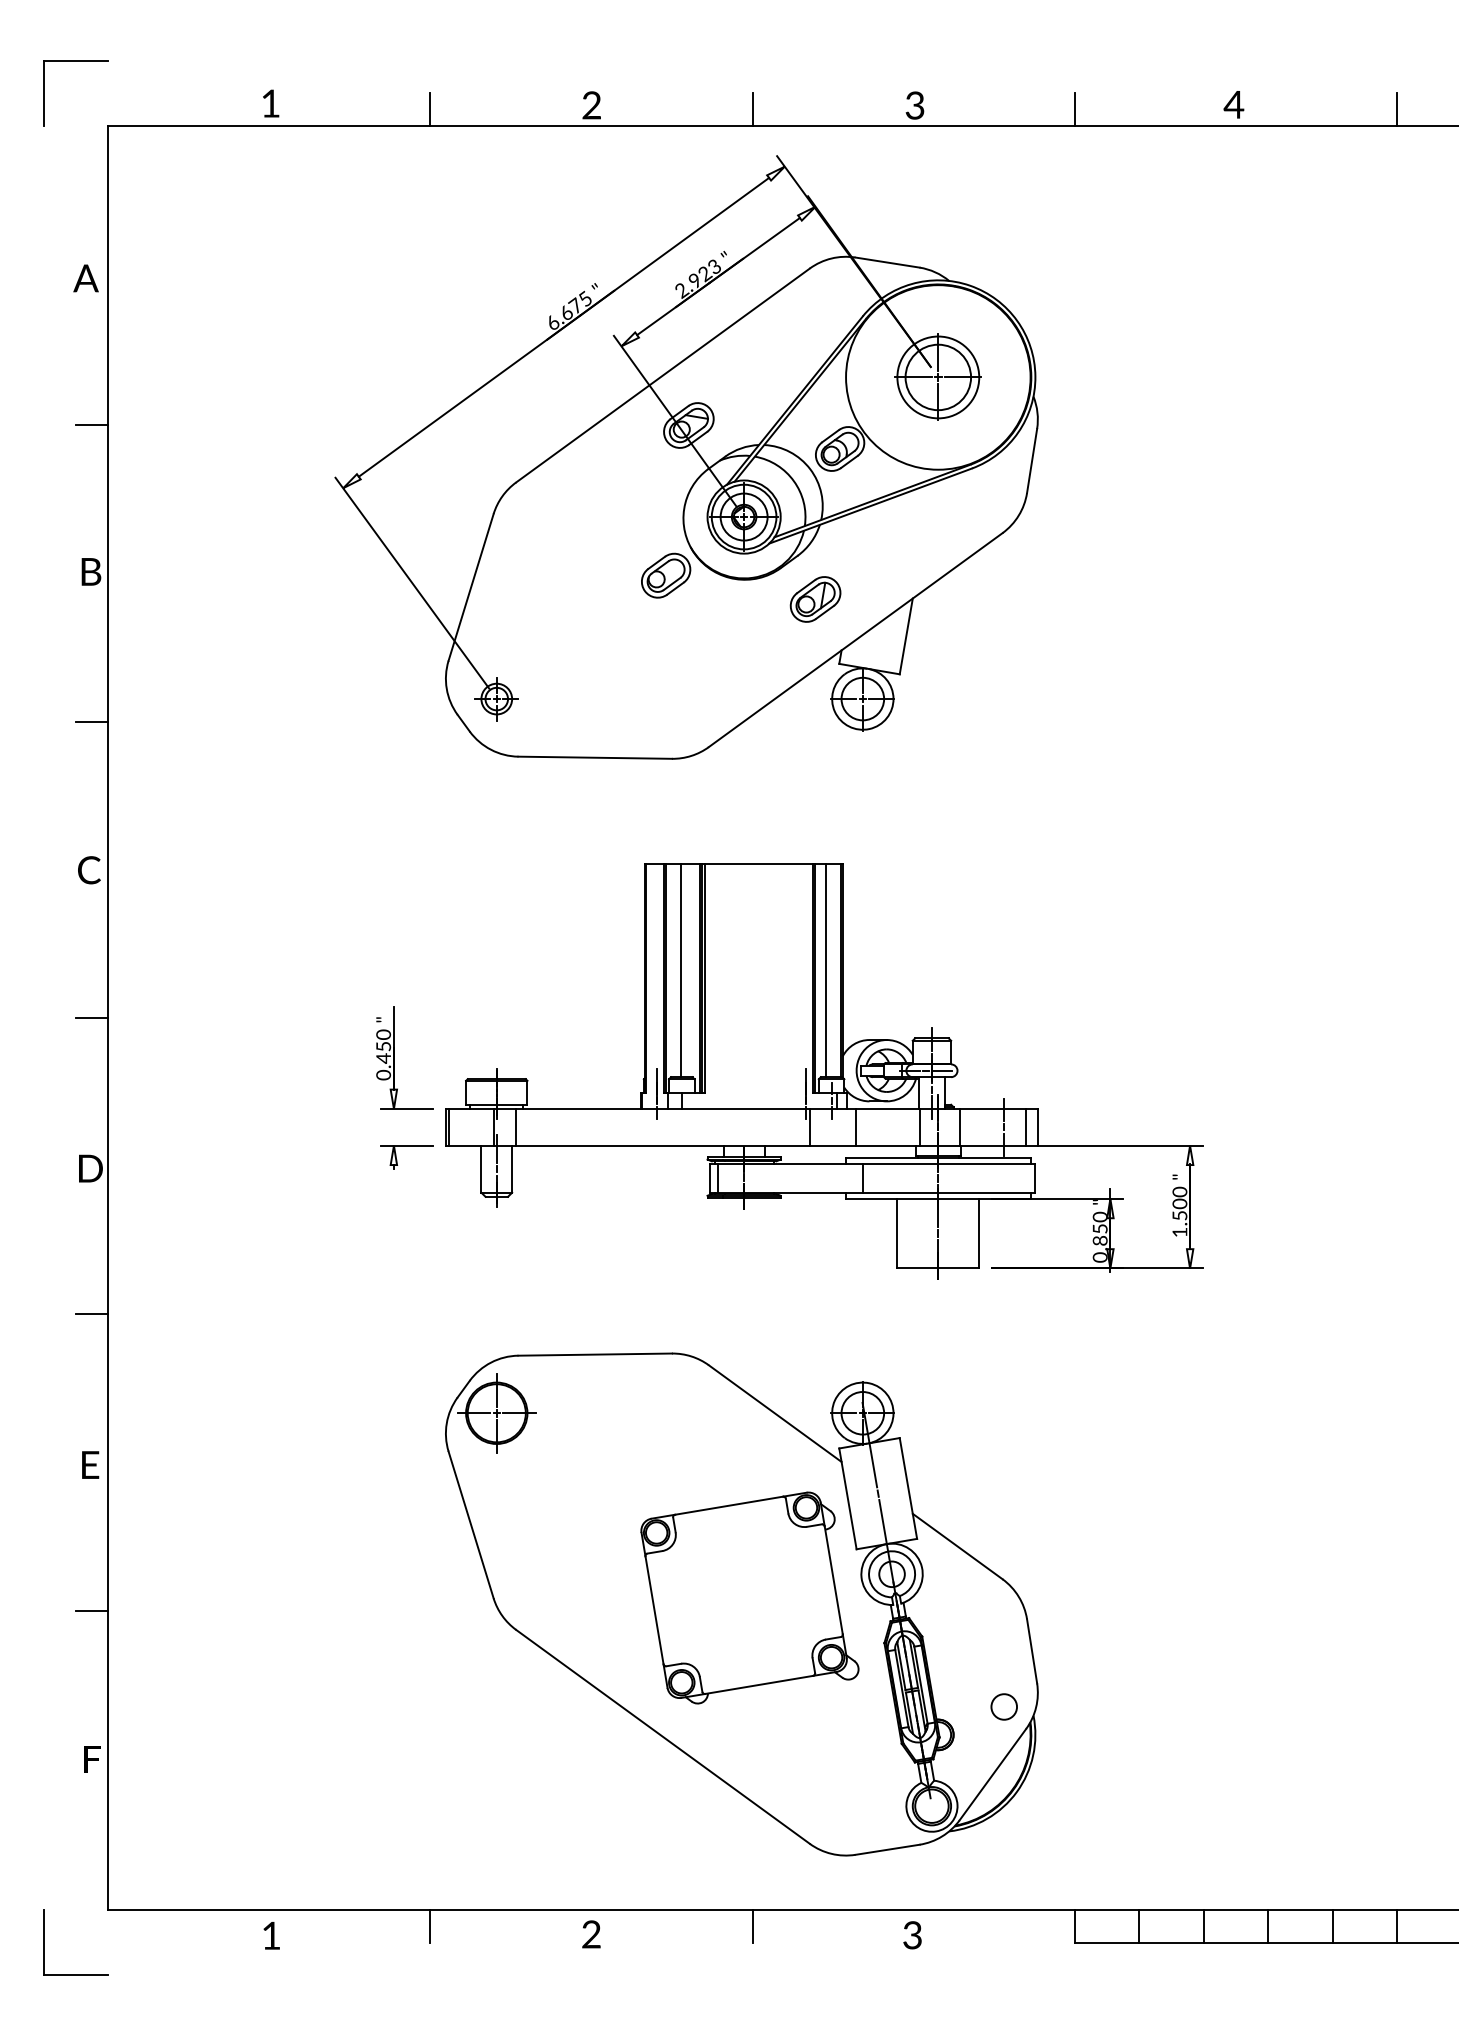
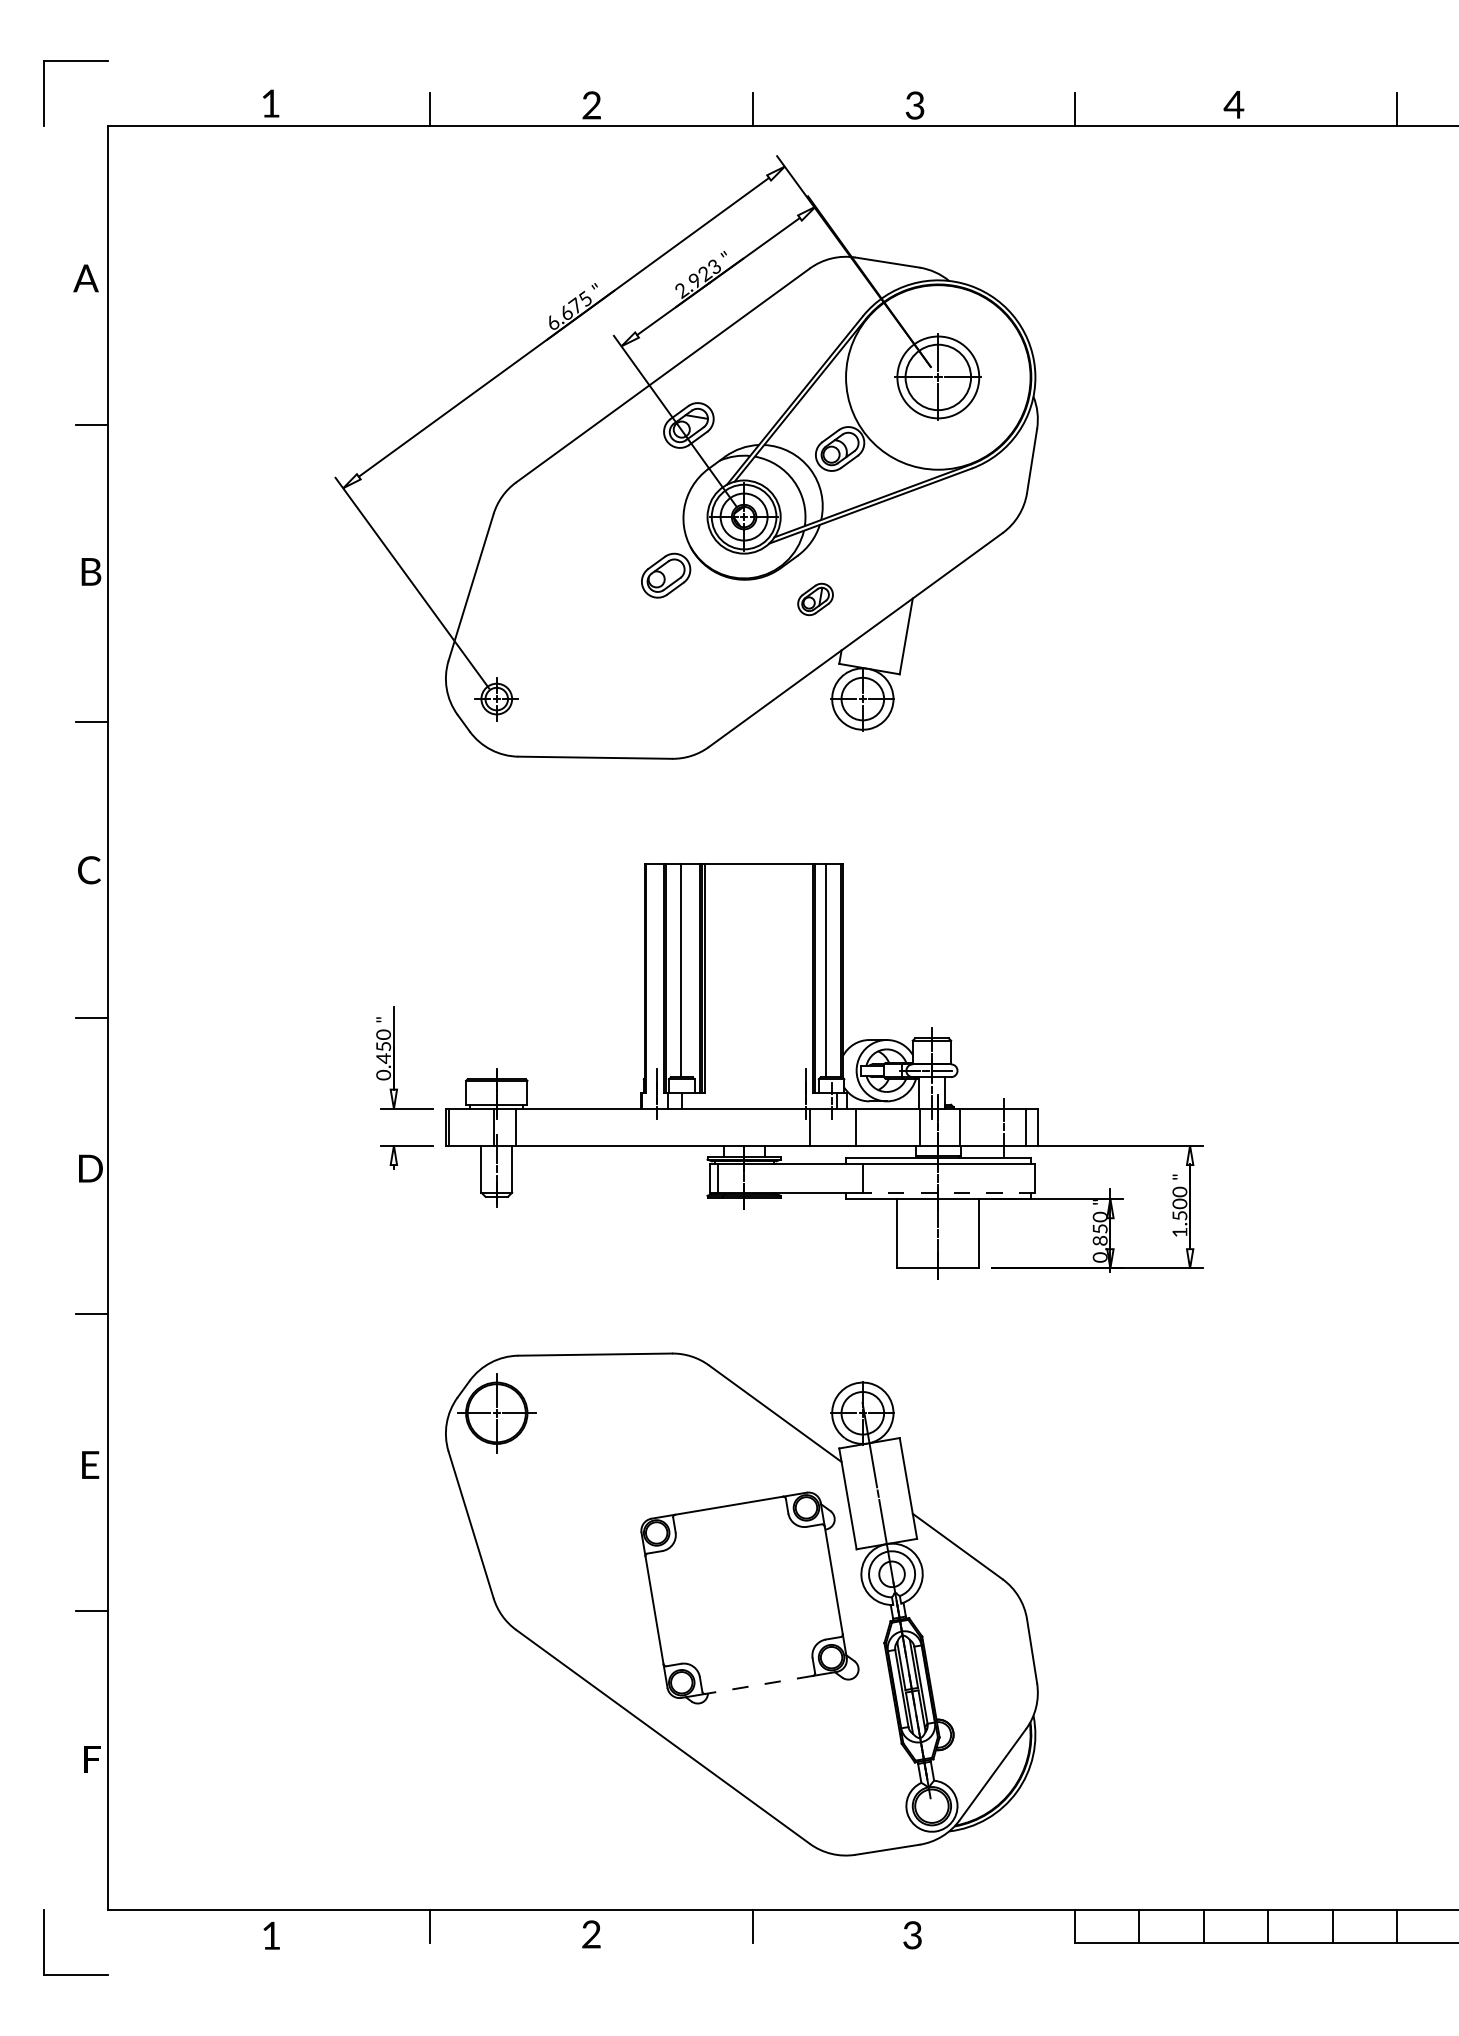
part at (815, 599) size: 53x47 px -> 37x34 px
line at (948, 1192): solid -> dashed
line at (759, 1684): solid -> dashed
circle at (1003, 1706): present -> none
